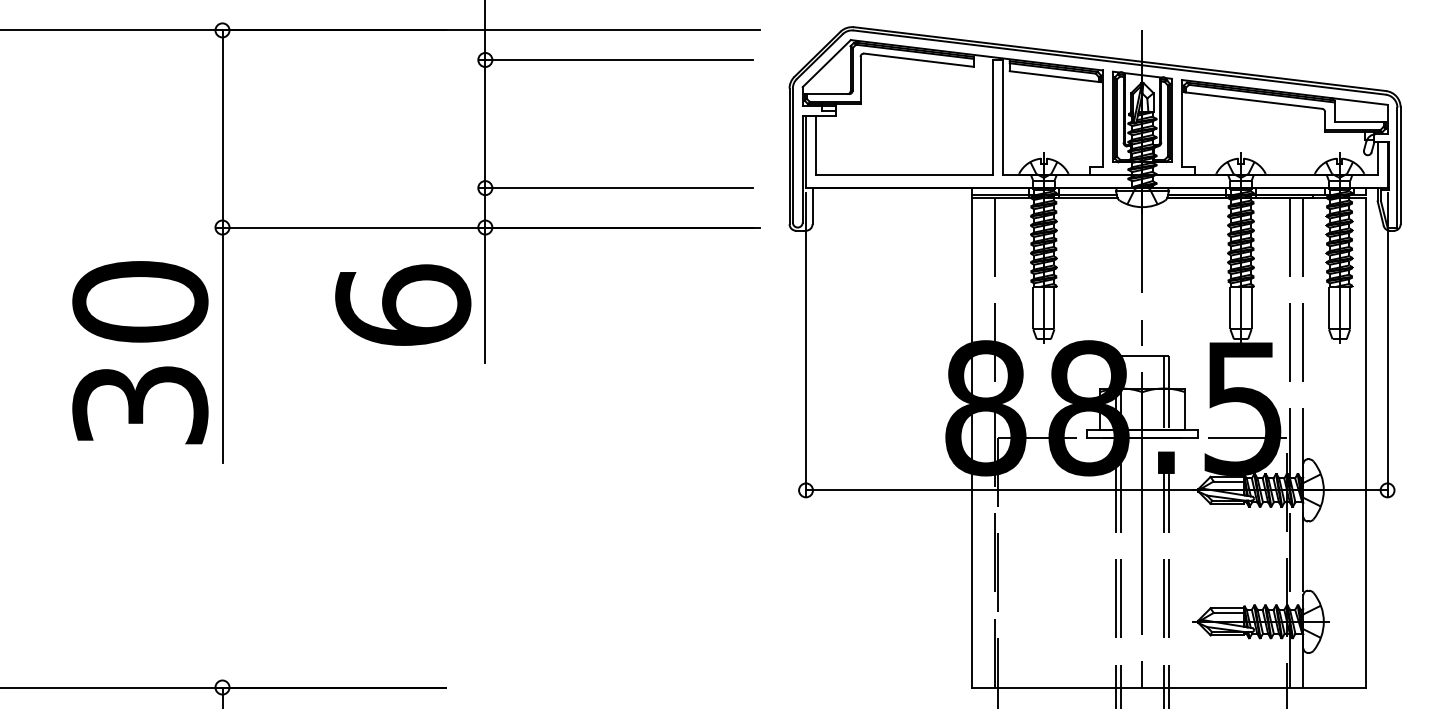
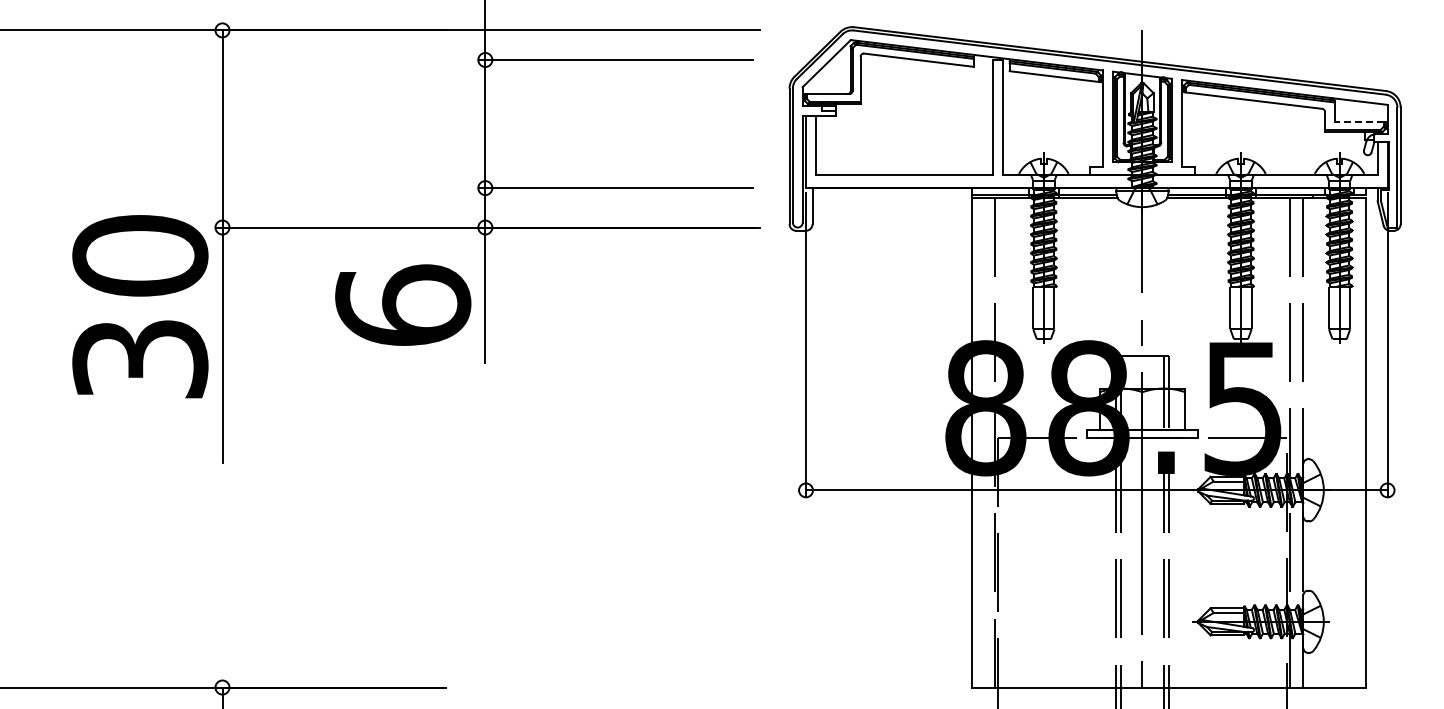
line at (1358, 122): solid -> dashed
text at (140, 352) position: (140, 352) -> (140, 306)
